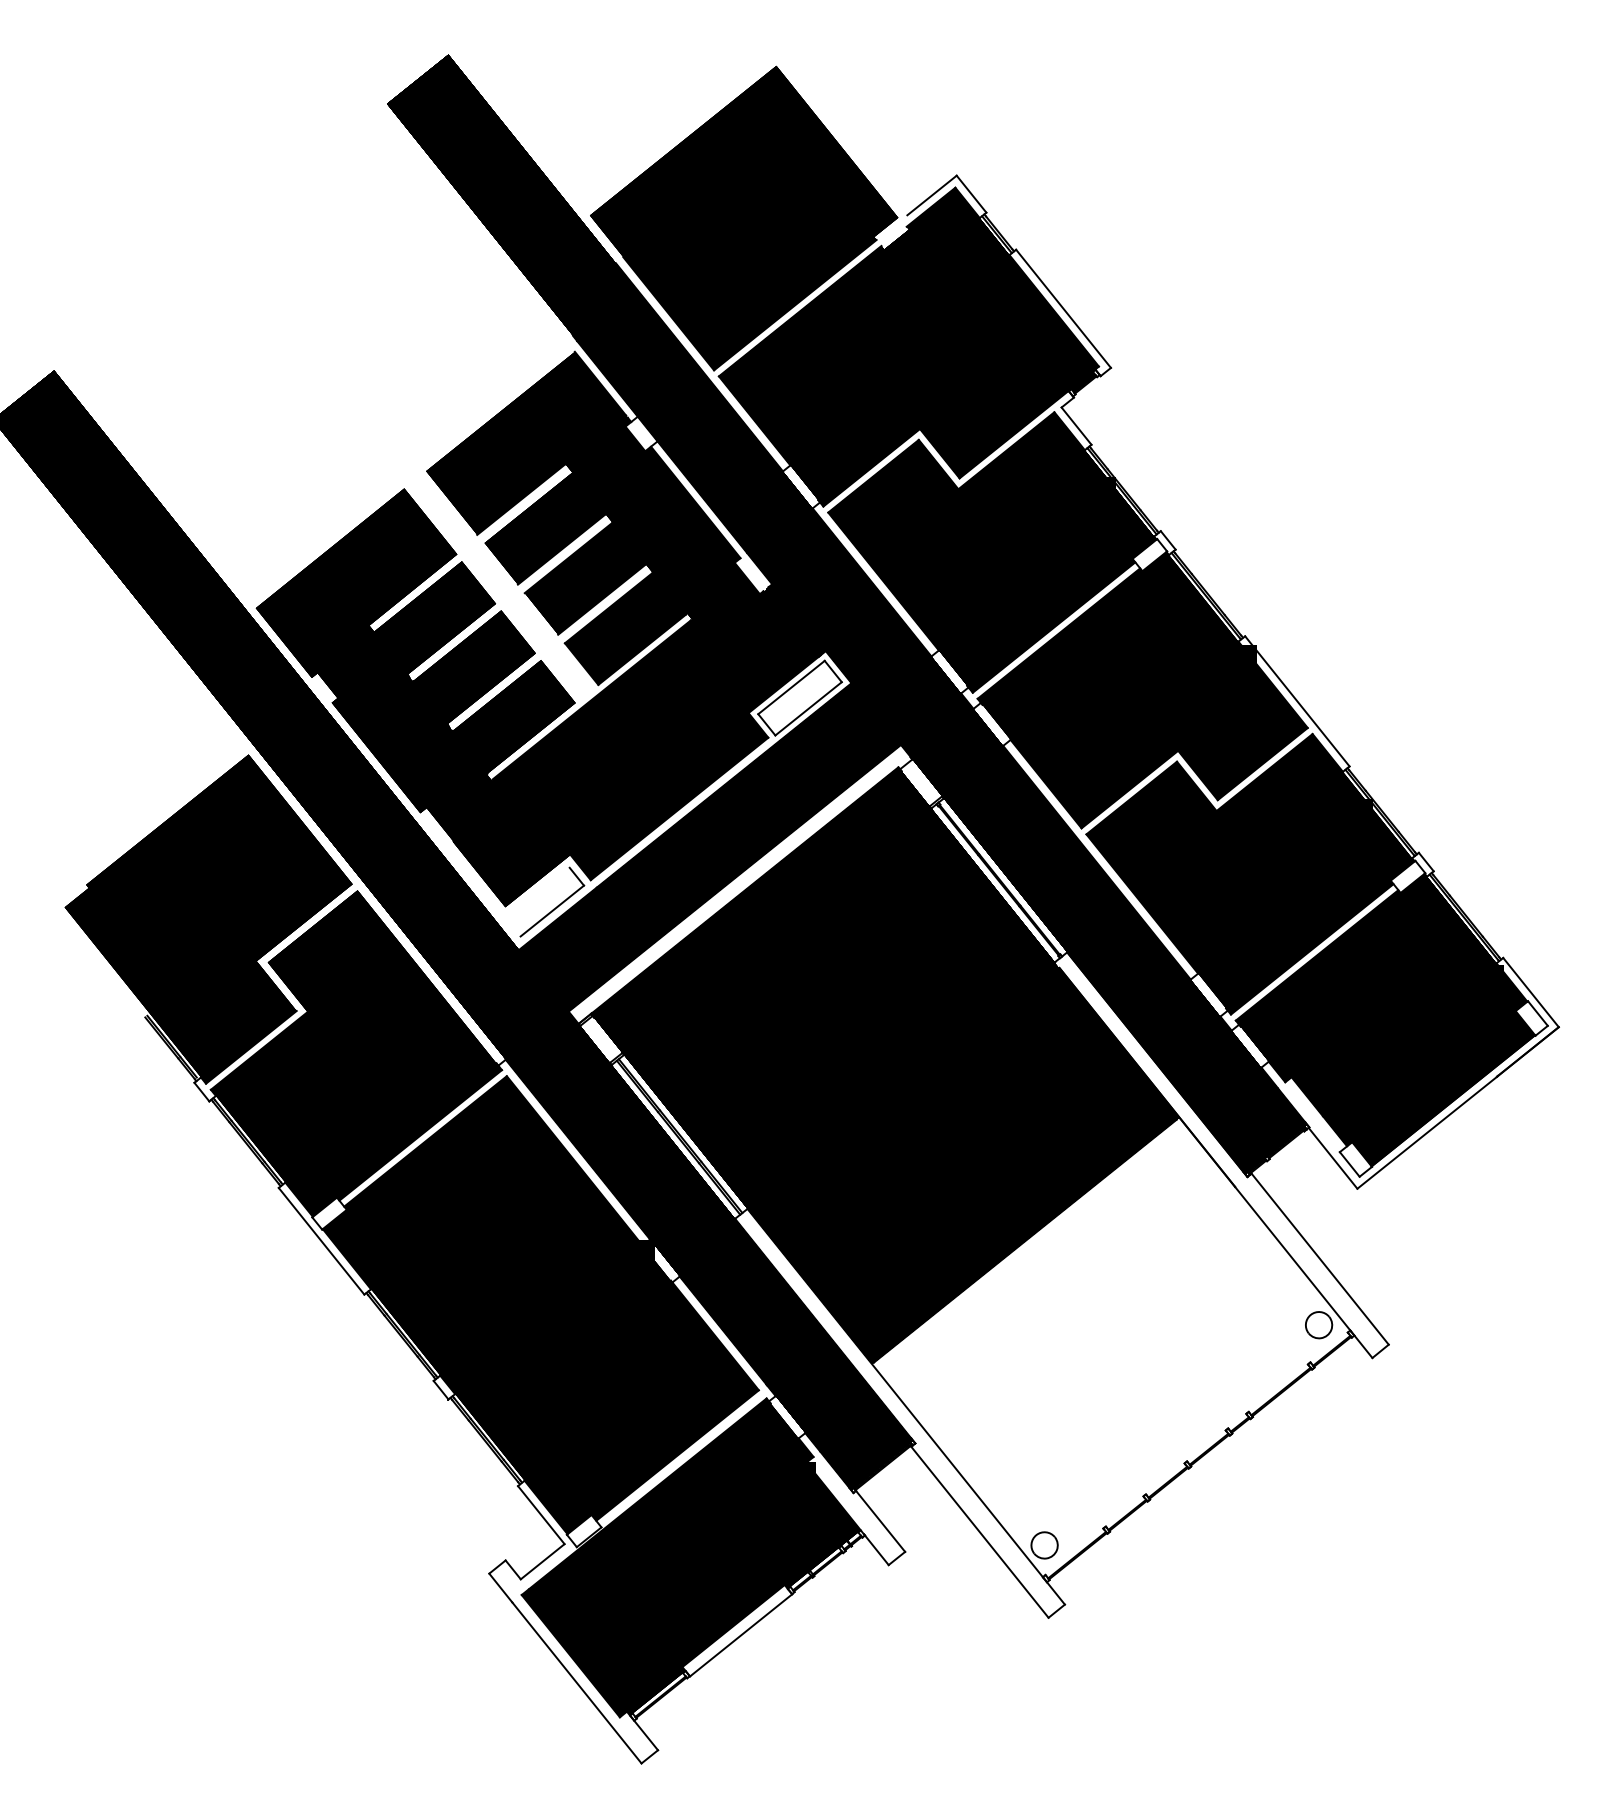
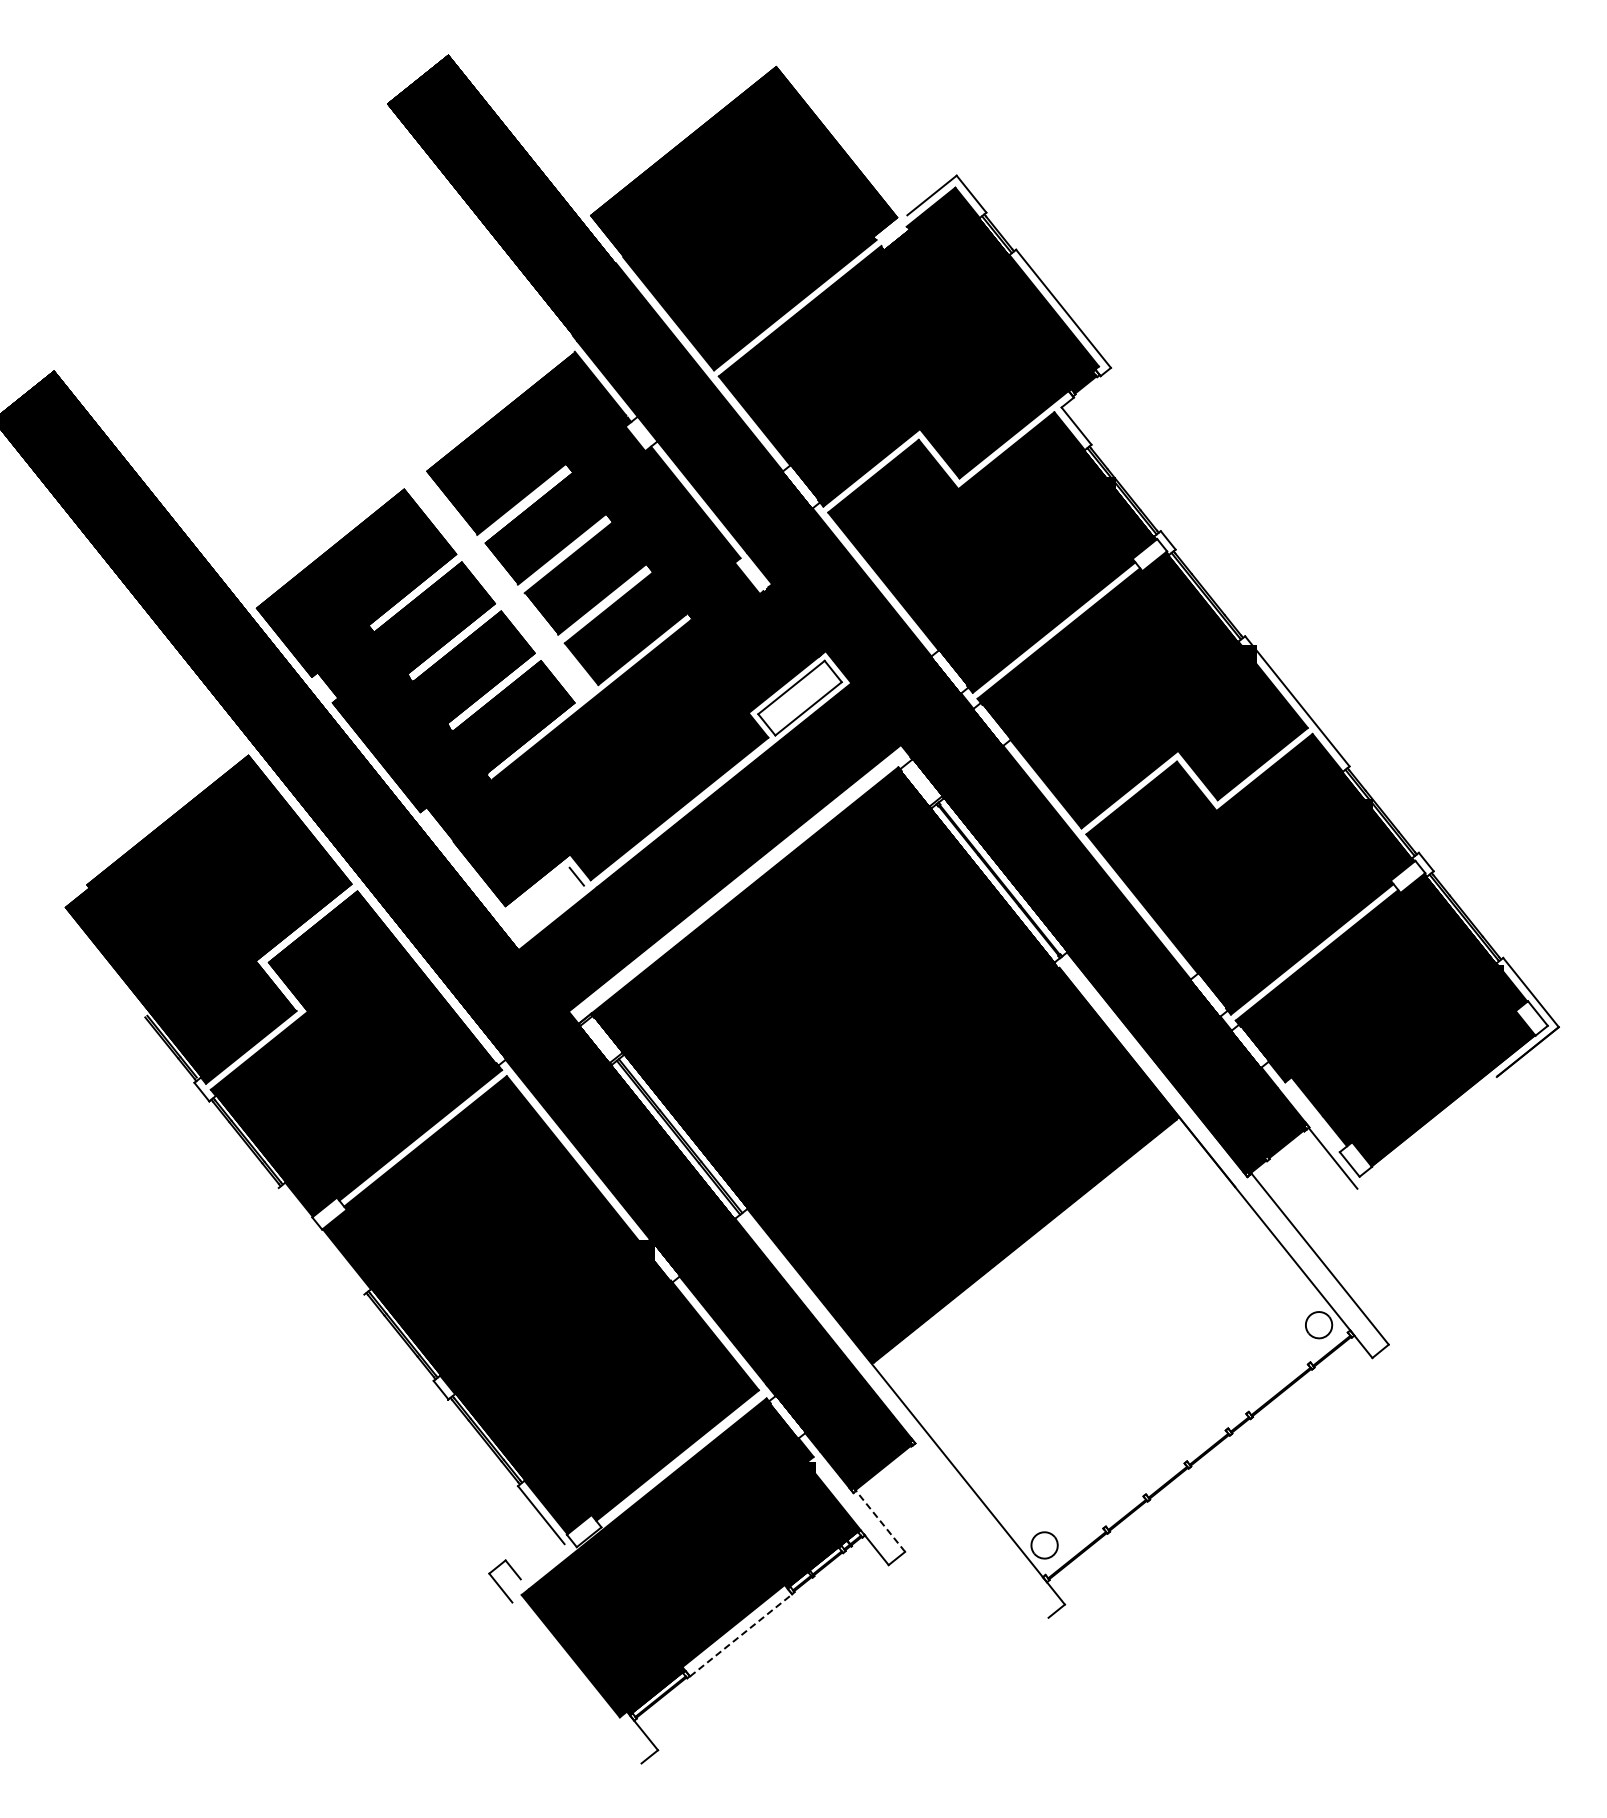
line at (552, 910): present -> none
line at (1426, 1132): present -> none
line at (321, 1240): present -> none
line at (880, 1521): solid -> dashed
line at (979, 1531): present -> none
line at (542, 1561): present -> none
line at (741, 1635): solid -> dashed
line at (576, 1682): present -> none
